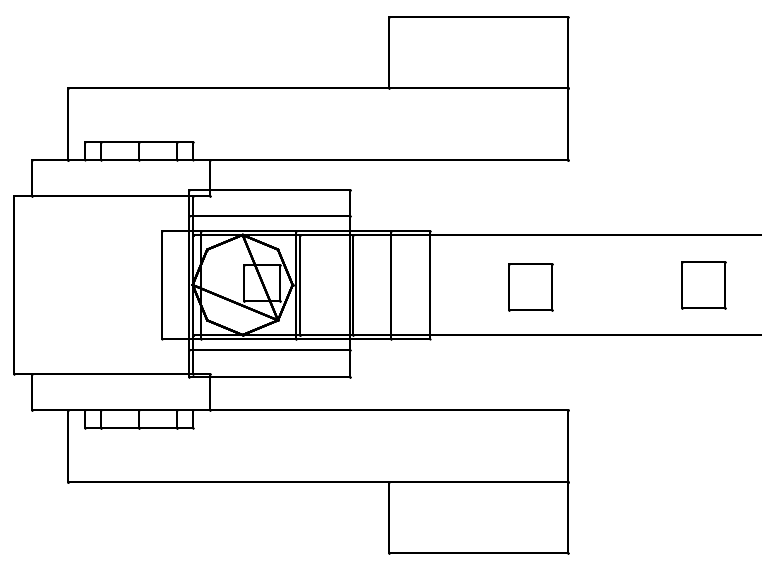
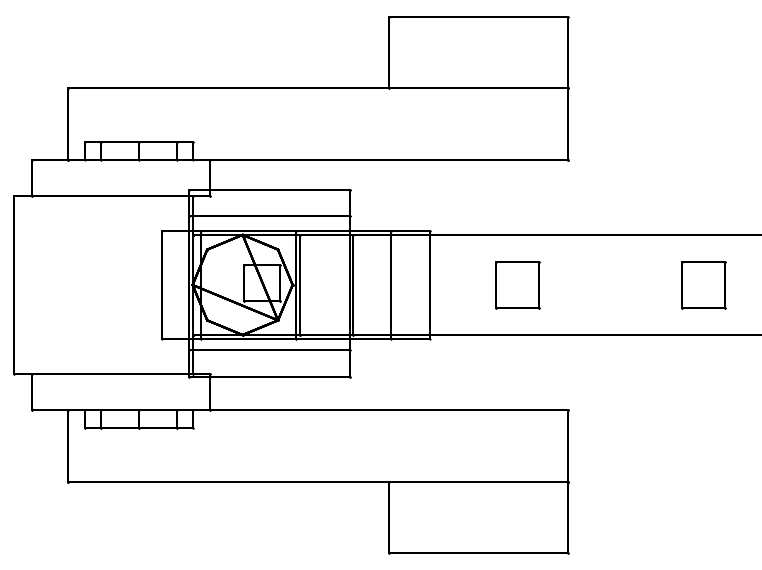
part at (530, 287) position: (530, 287) -> (517, 285)
